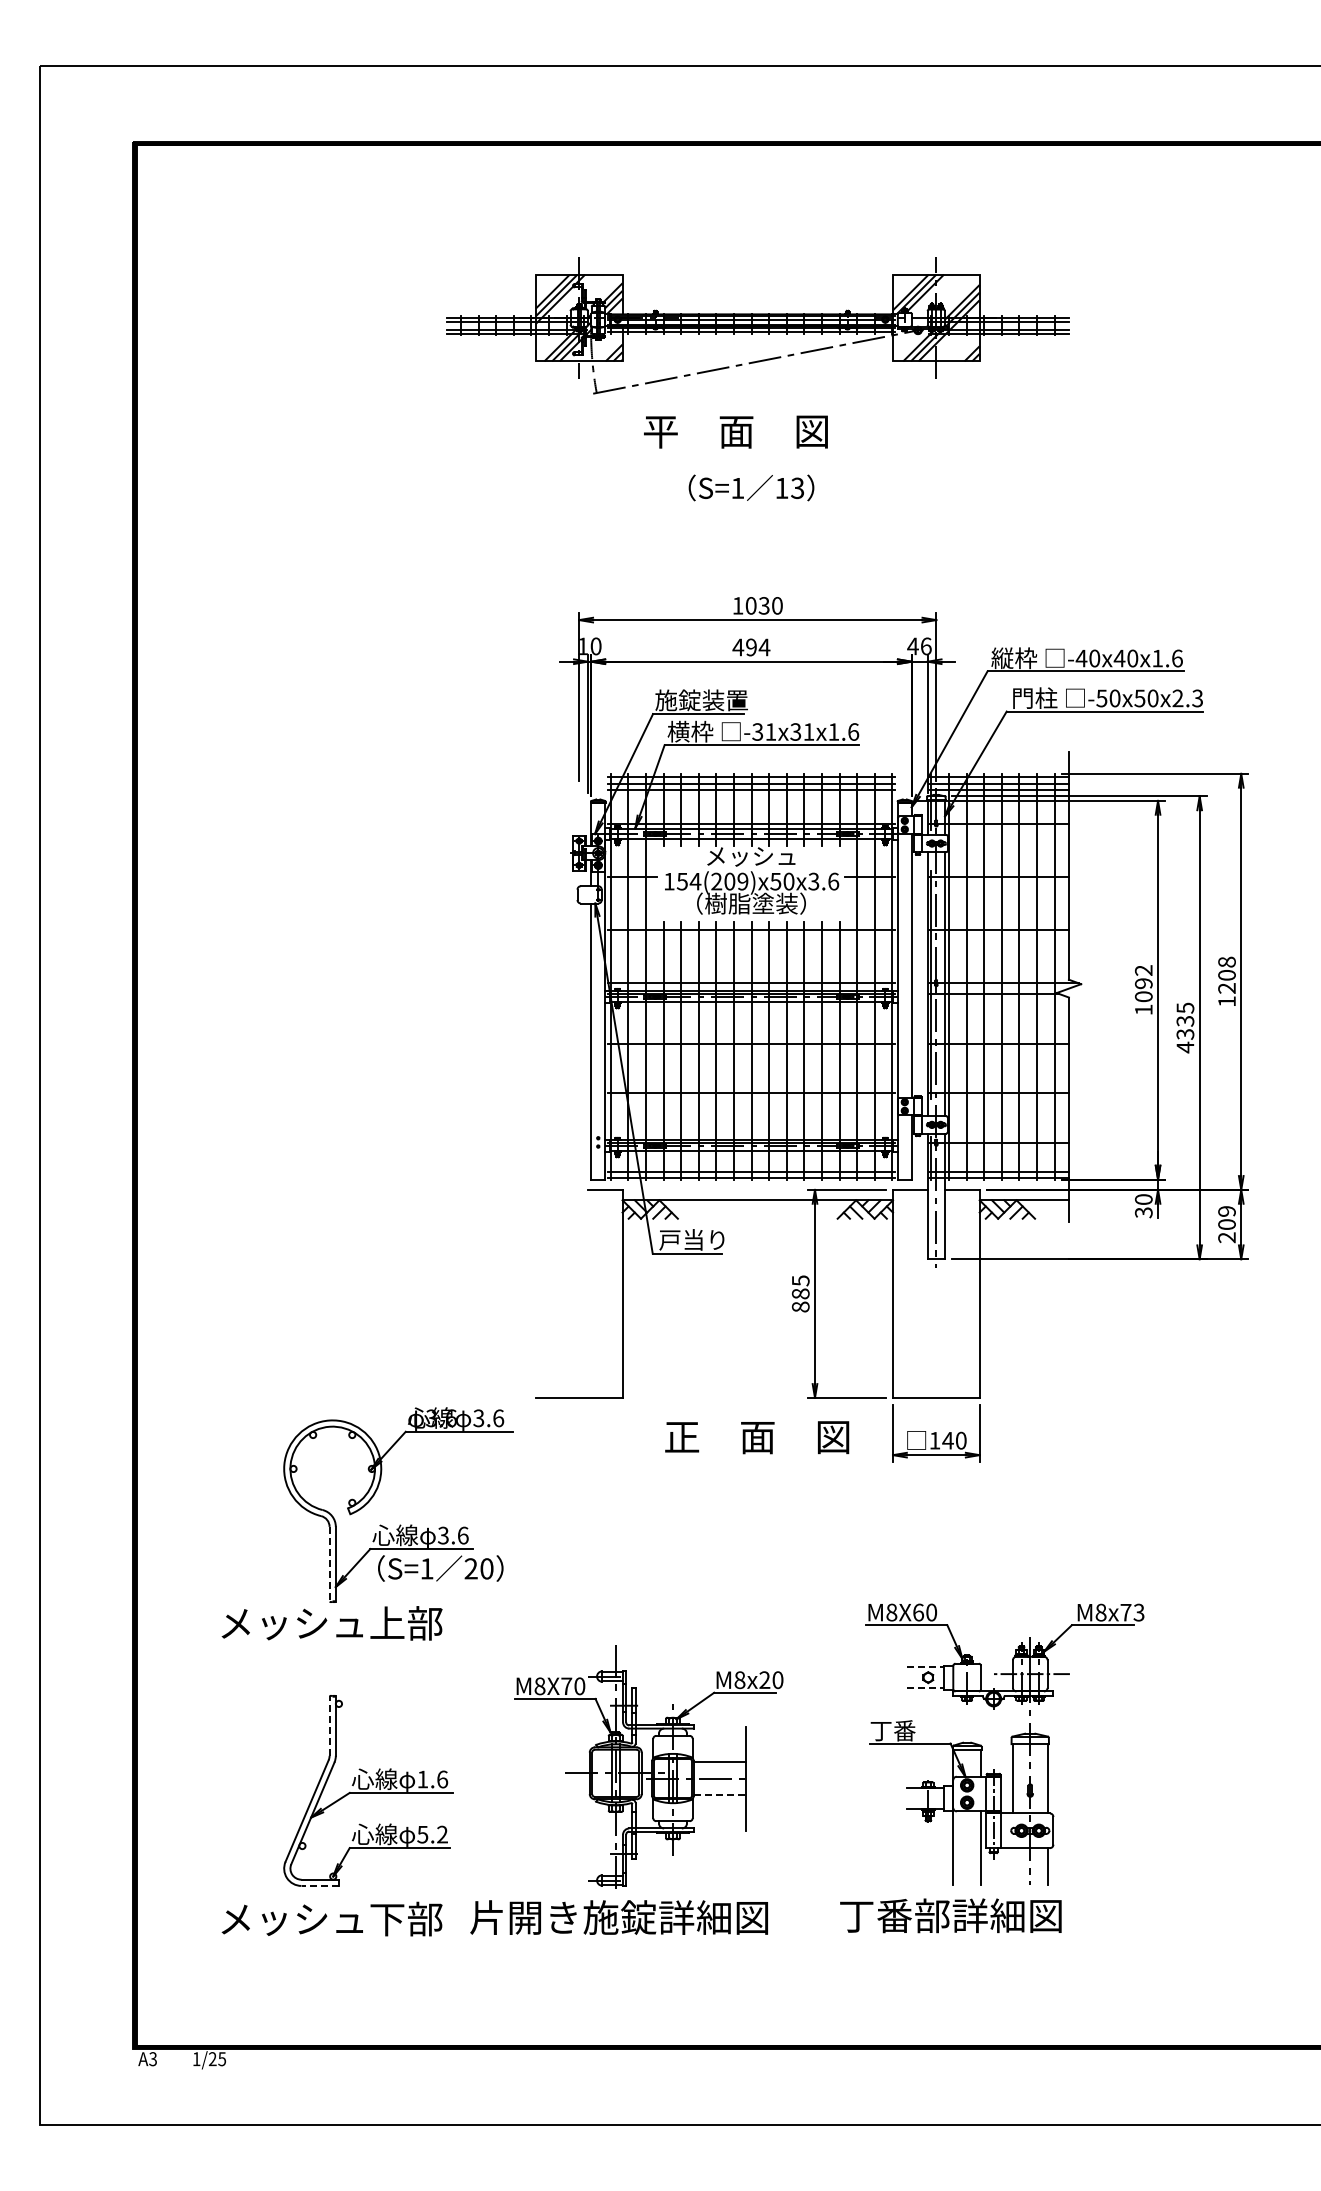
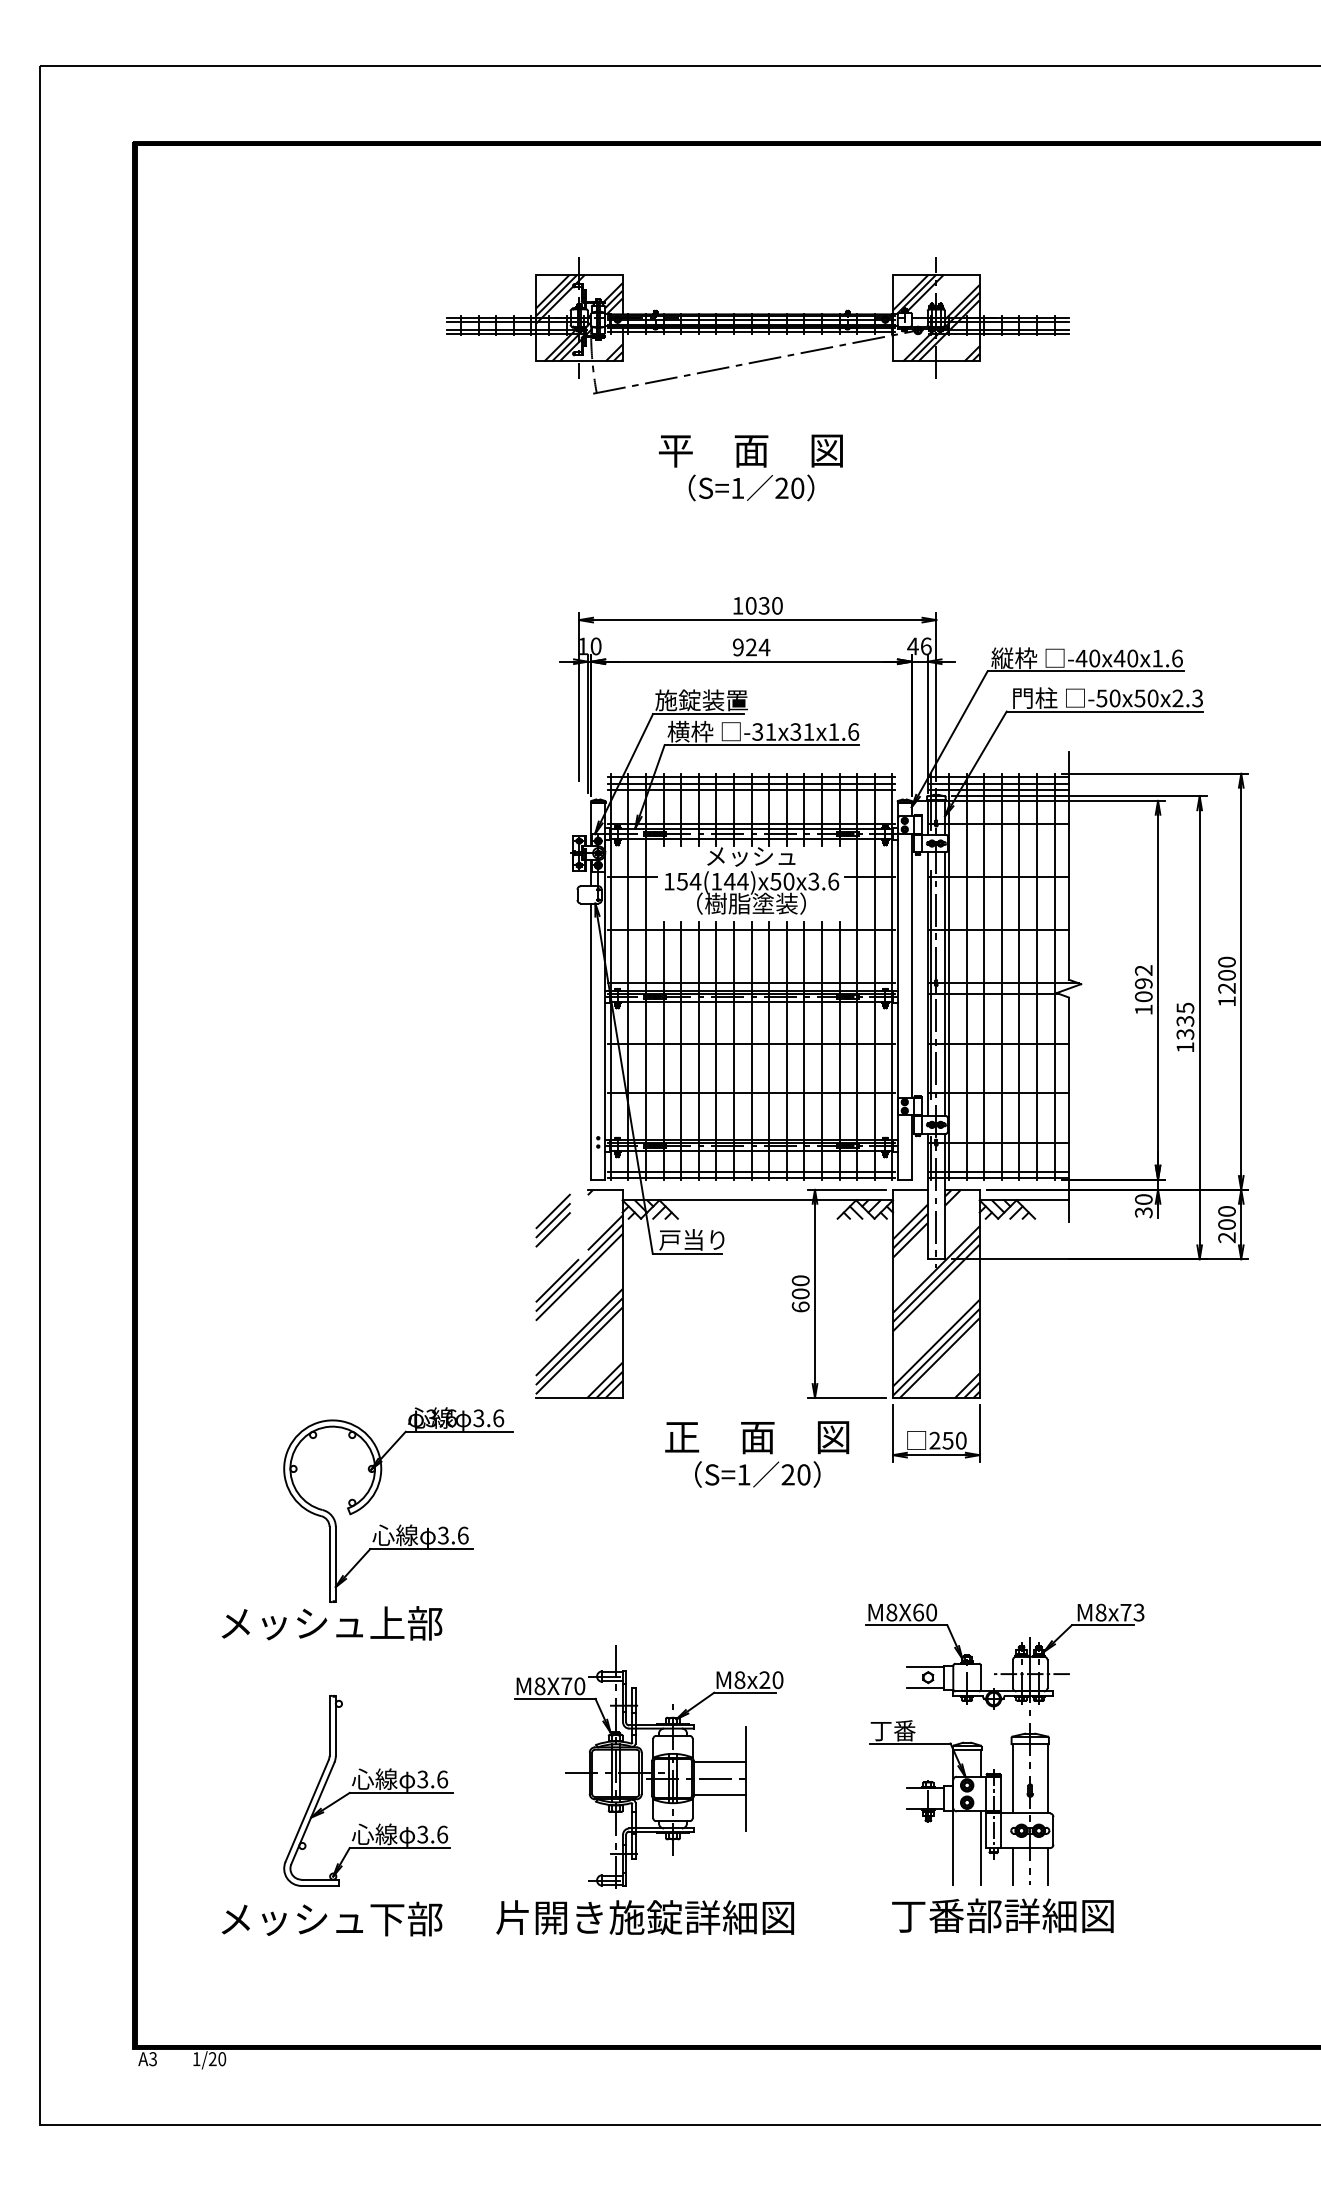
text at (735, 431) position: (735, 431) -> (750, 450)
text at (789, 487): 13 -> 20
text at (744, 647): 494 -> 924
text at (729, 881): 154(209)x50x3.6 -> 154(144)x50x3.6
text at (1226, 961): 1208 -> 1200
text at (1185, 1047): 4335 -> 1335
text at (1226, 1211): 209 -> 200
hatch at (578, 1293): none -> present
text at (800, 1293): 885 -> 600
hatch at (936, 1293): none -> present
text at (941, 1440): 140 -> 250
line at (329, 1564): dashed -> solid
text at (440, 1568) position: (440, 1568) -> (757, 1474)
line at (925, 1666): dashed -> solid
line at (925, 1688): dashed -> solid
line at (329, 1726): dashed -> solid
text at (422, 1779): 1.6 -> 3.6
line at (720, 1794): dashed -> solid
text at (433, 1834): 5.2 -> 3.6
line at (1012, 1866): none -> present
line at (320, 1885): dashed -> solid
text at (950, 1915) position: (950, 1915) -> (1002, 1915)
text at (618, 1917) position: (618, 1917) -> (644, 1917)
text at (222, 2059): 1/25 -> 1/20
